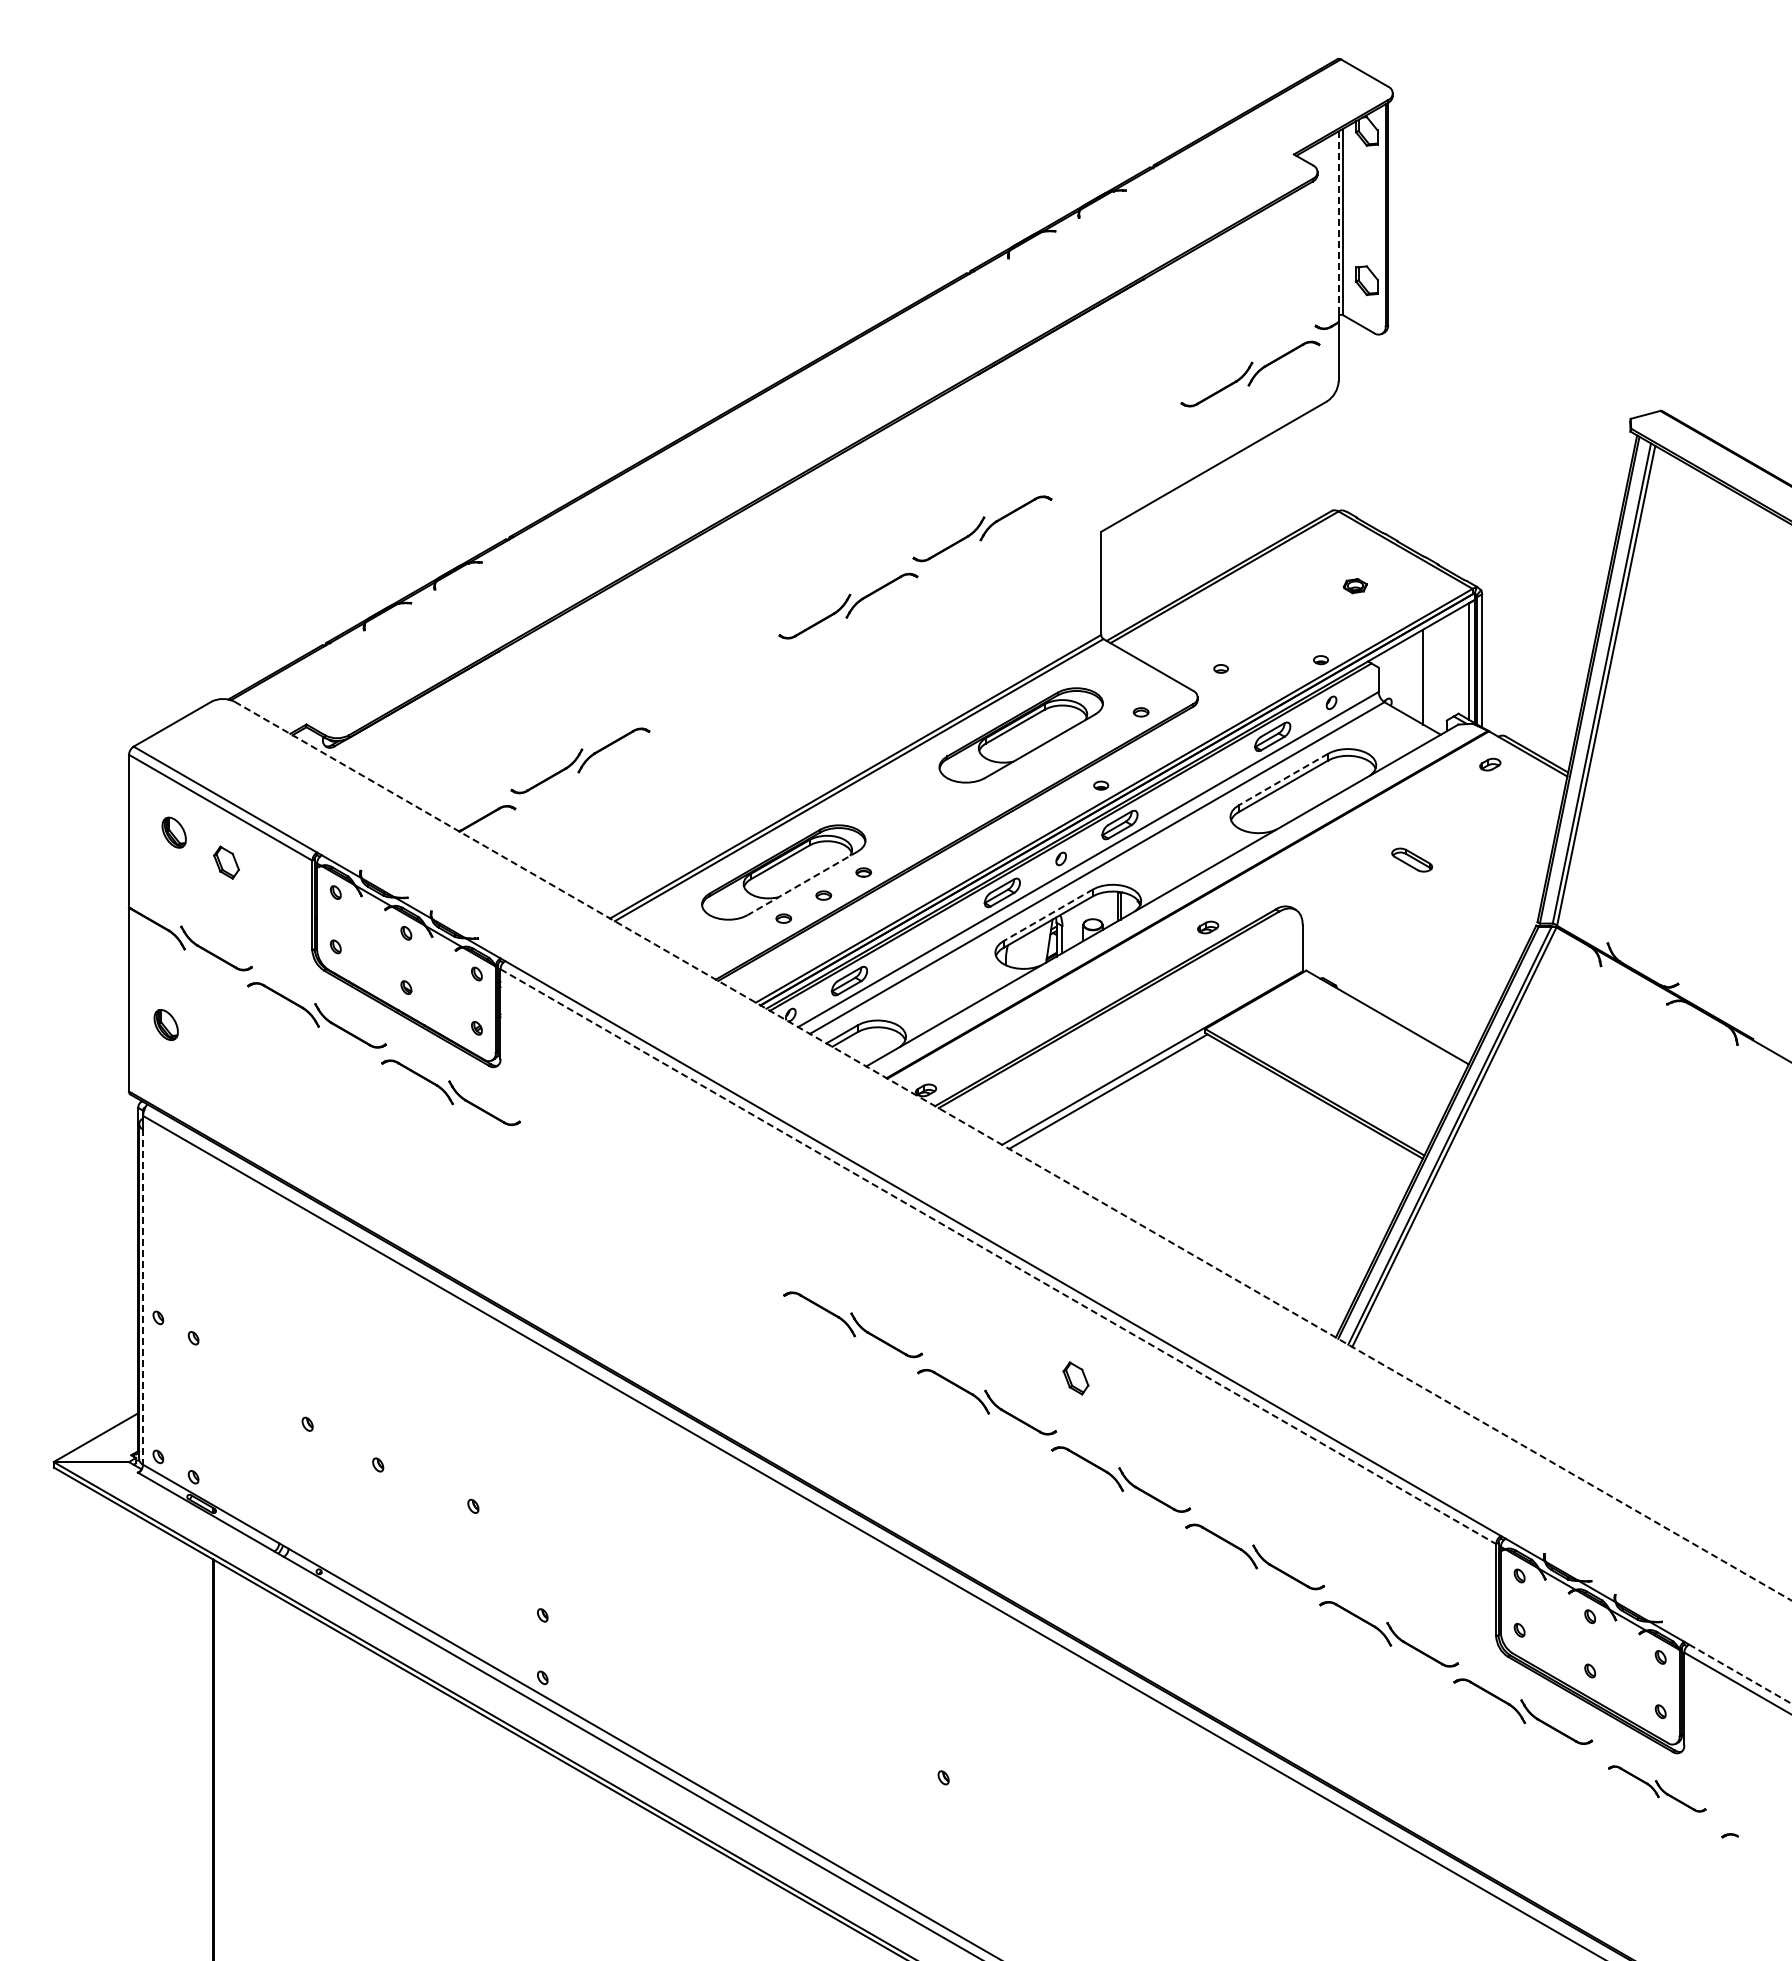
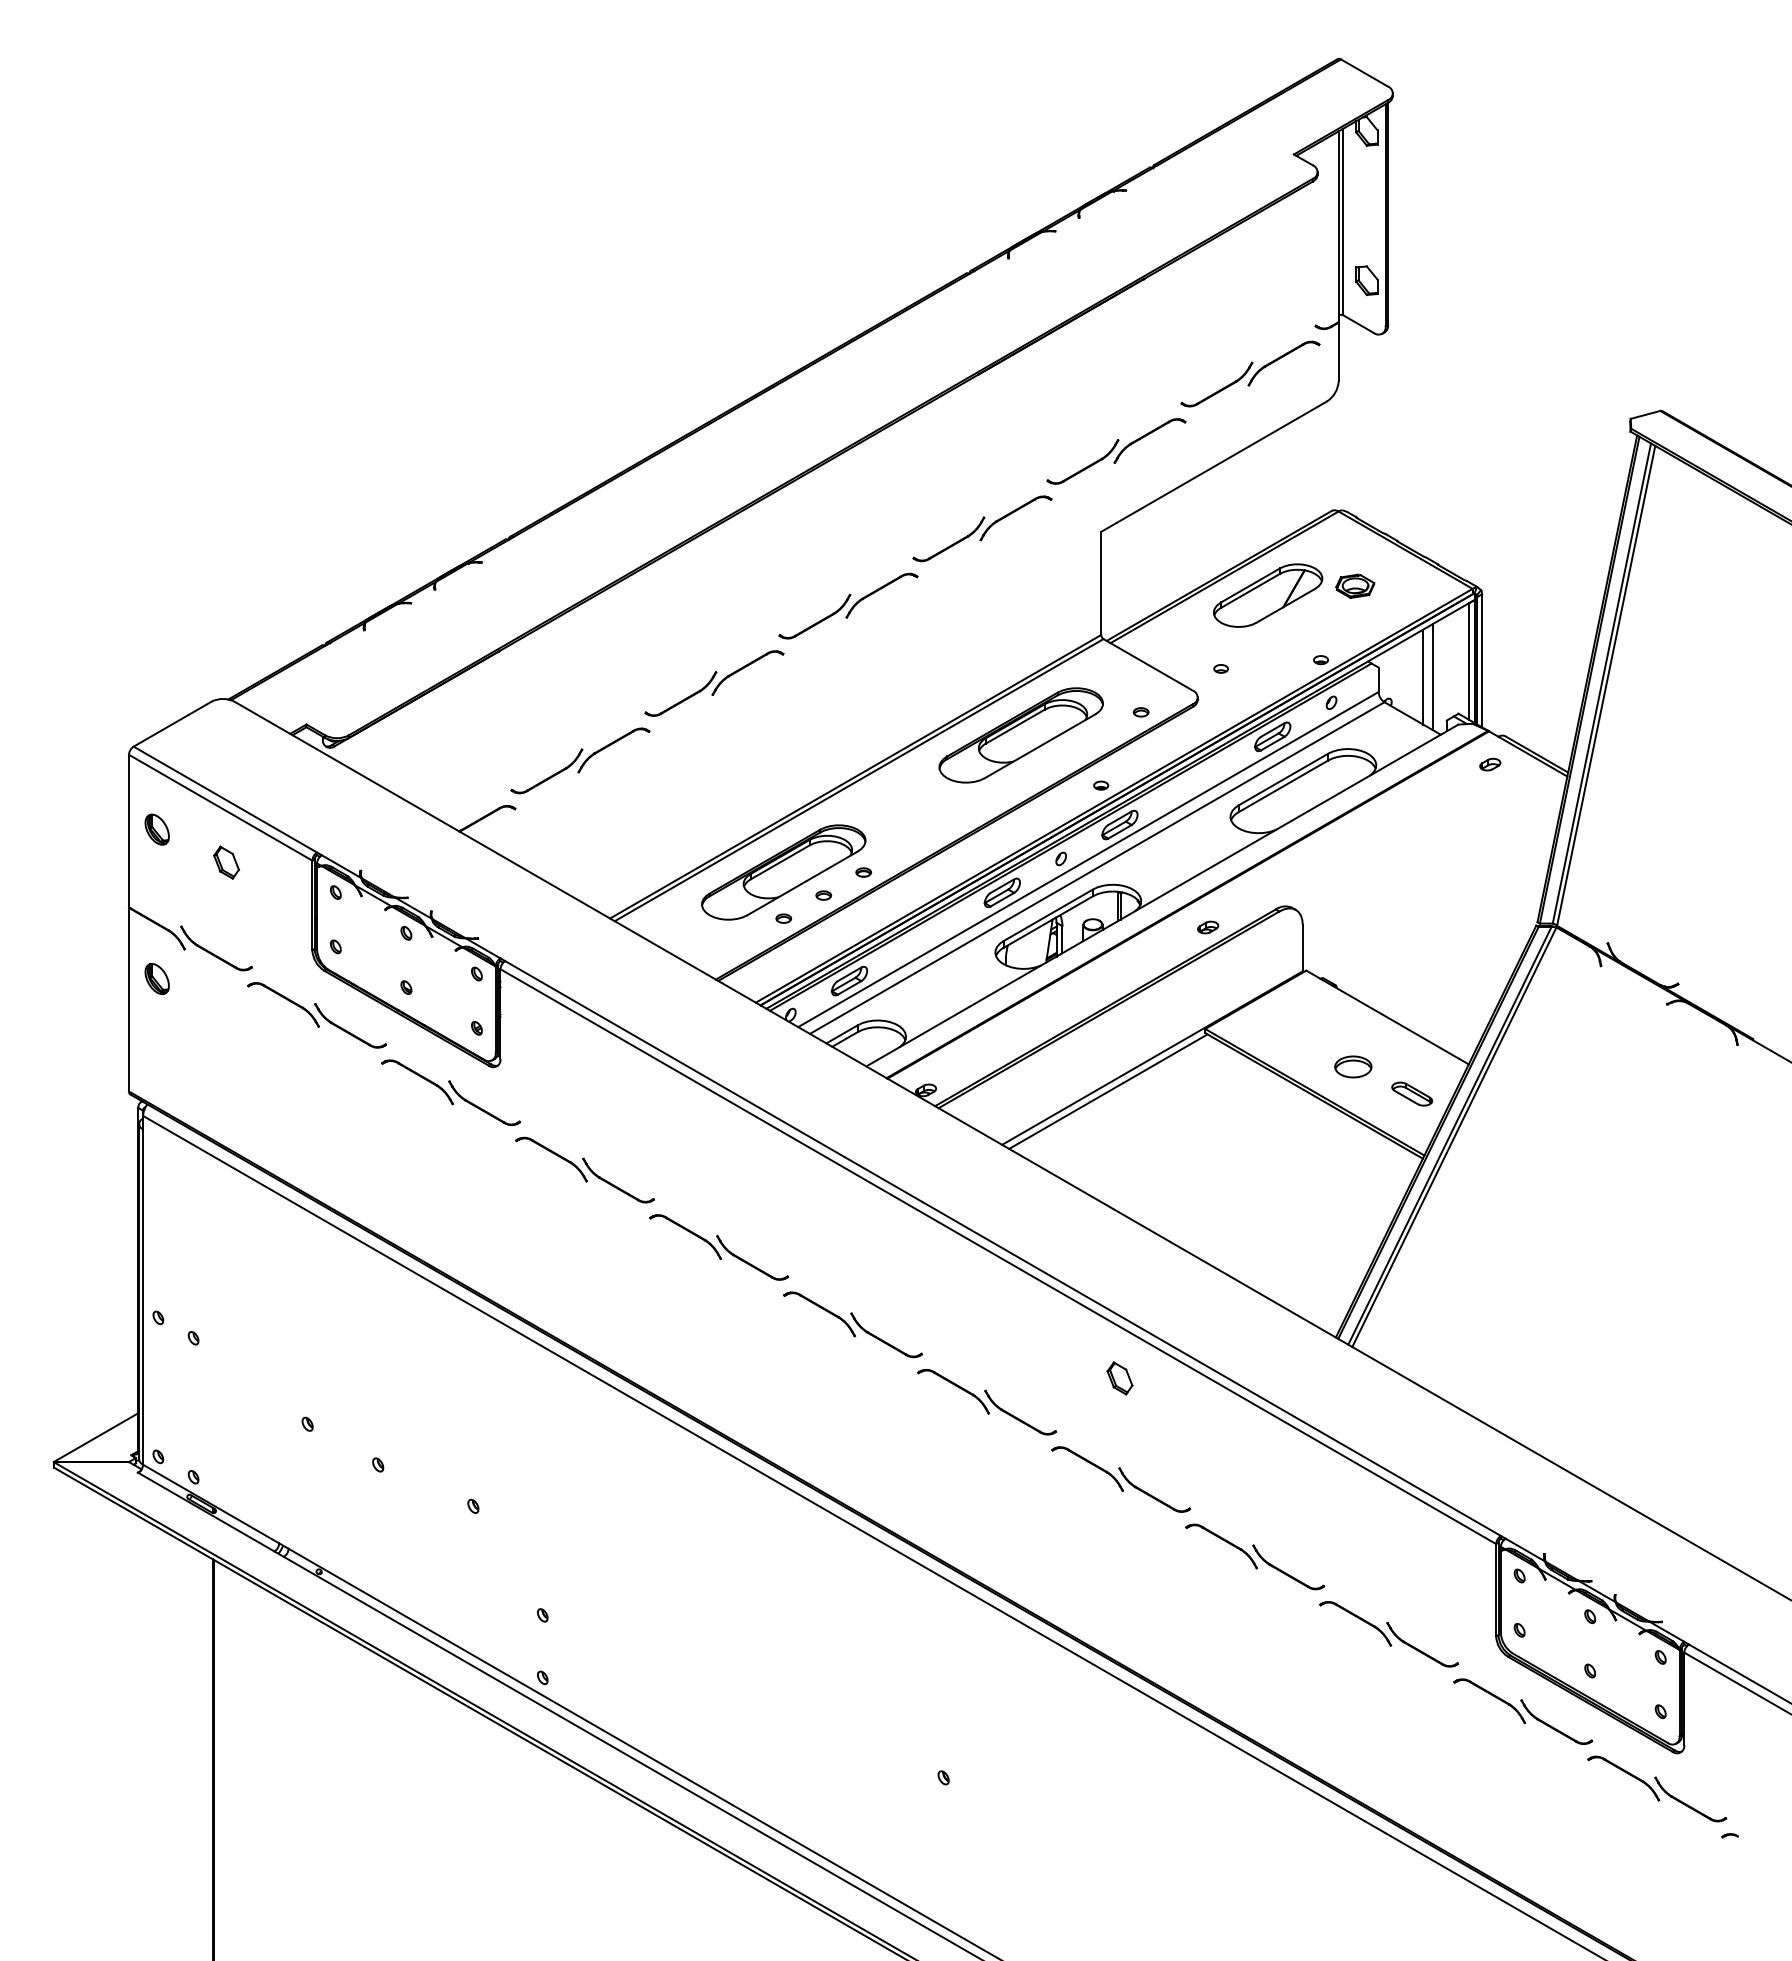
line at (1338, 223): dashed -> solid
part at (1116, 451): none -> present
part at (1355, 586) size: 25x17 px -> 41x26 px
part at (1268, 595): none -> present
line at (1432, 677): none -> present
part at (714, 683): none -> present
line at (1283, 779): dashed -> solid
part at (173, 832) position: (173, 832) -> (156, 829)
part at (1411, 859) position: (1411, 859) -> (1411, 1093)
line at (802, 883): dashed -> solid
line at (1048, 915): dashed -> solid
part at (165, 1024) position: (165, 1024) -> (156, 978)
part at (1353, 1066): none -> present
line at (1013, 1151): dashed -> solid
part at (584, 1169): none -> present
part at (718, 1247): none -> present
line at (998, 1256): dashed -> solid
line at (143, 1297): dashed -> solid
part at (1075, 1378) position: (1075, 1378) -> (1119, 1378)
line at (1740, 1674): dashed -> solid
part at (1657, 1788) size: 99x48 px -> 141x68 px
